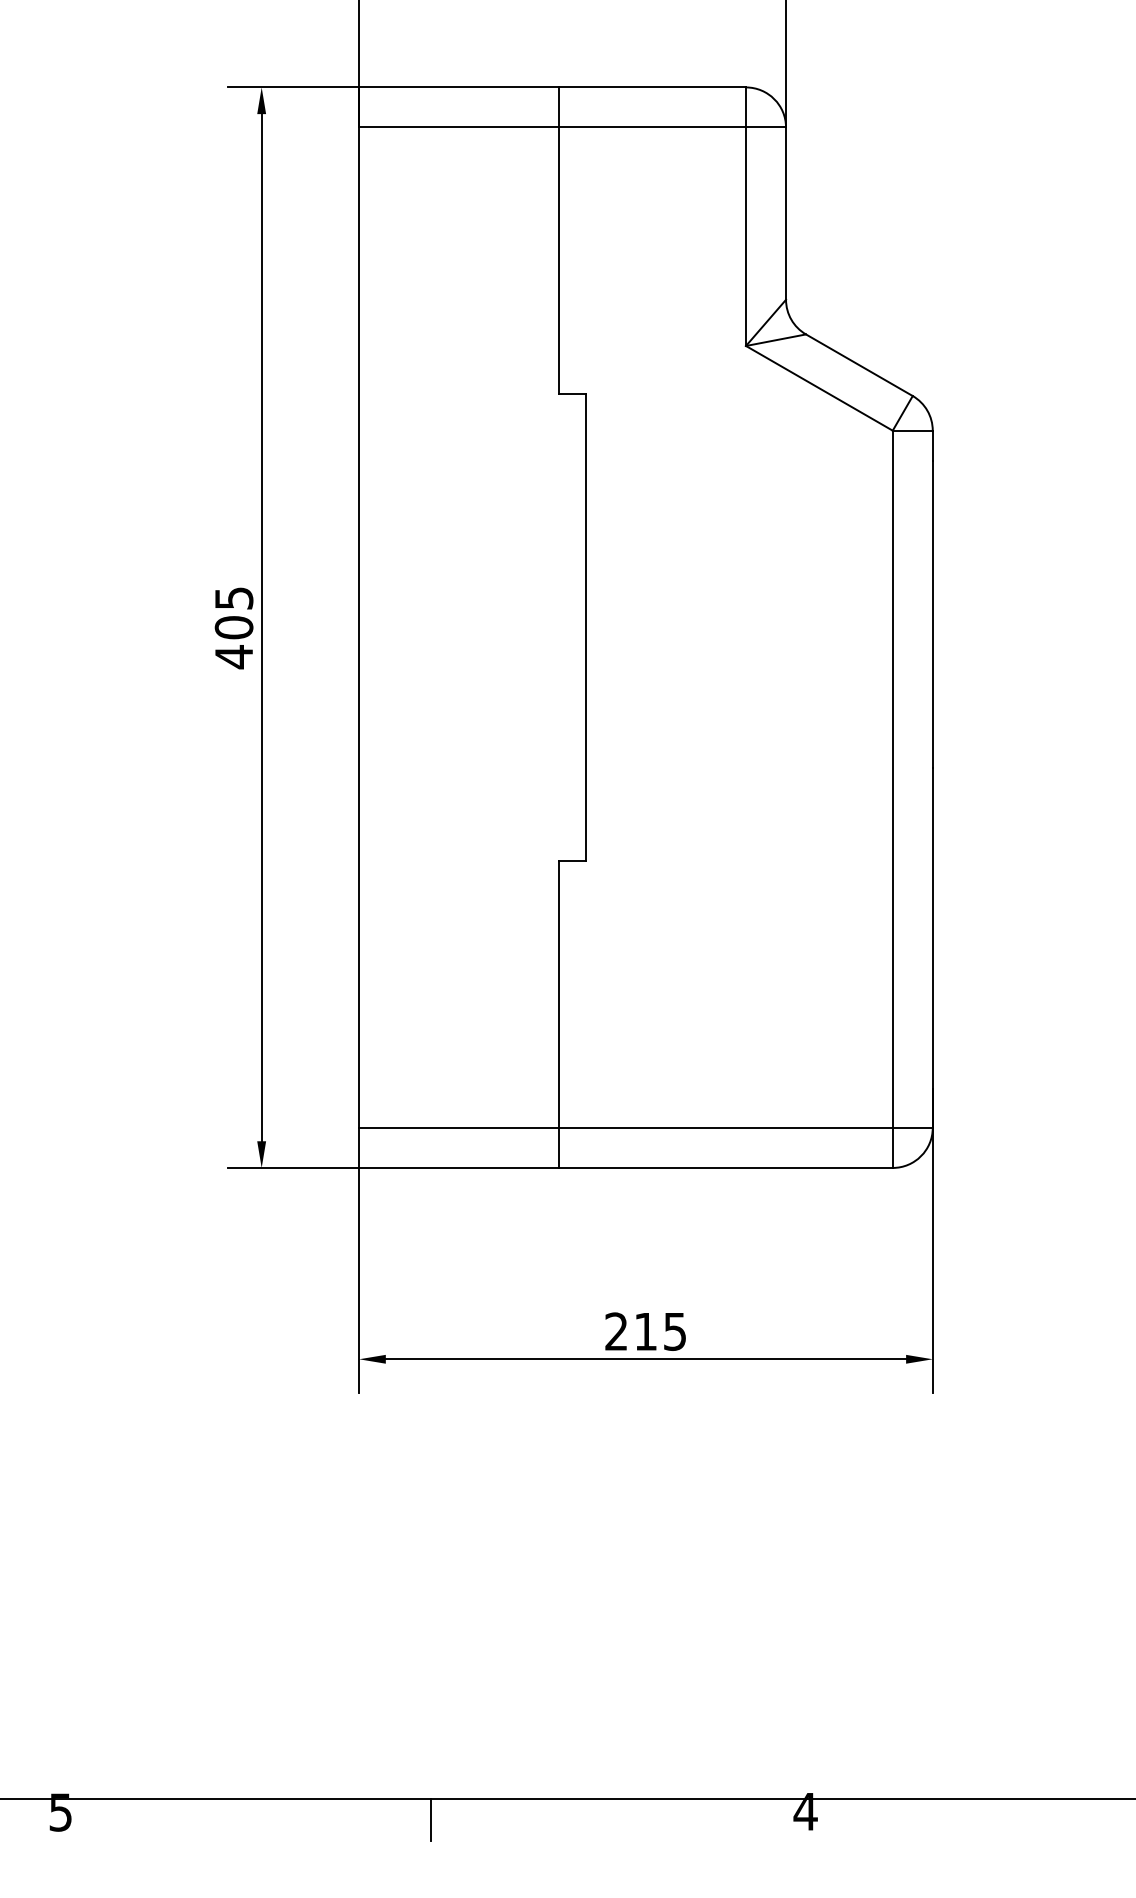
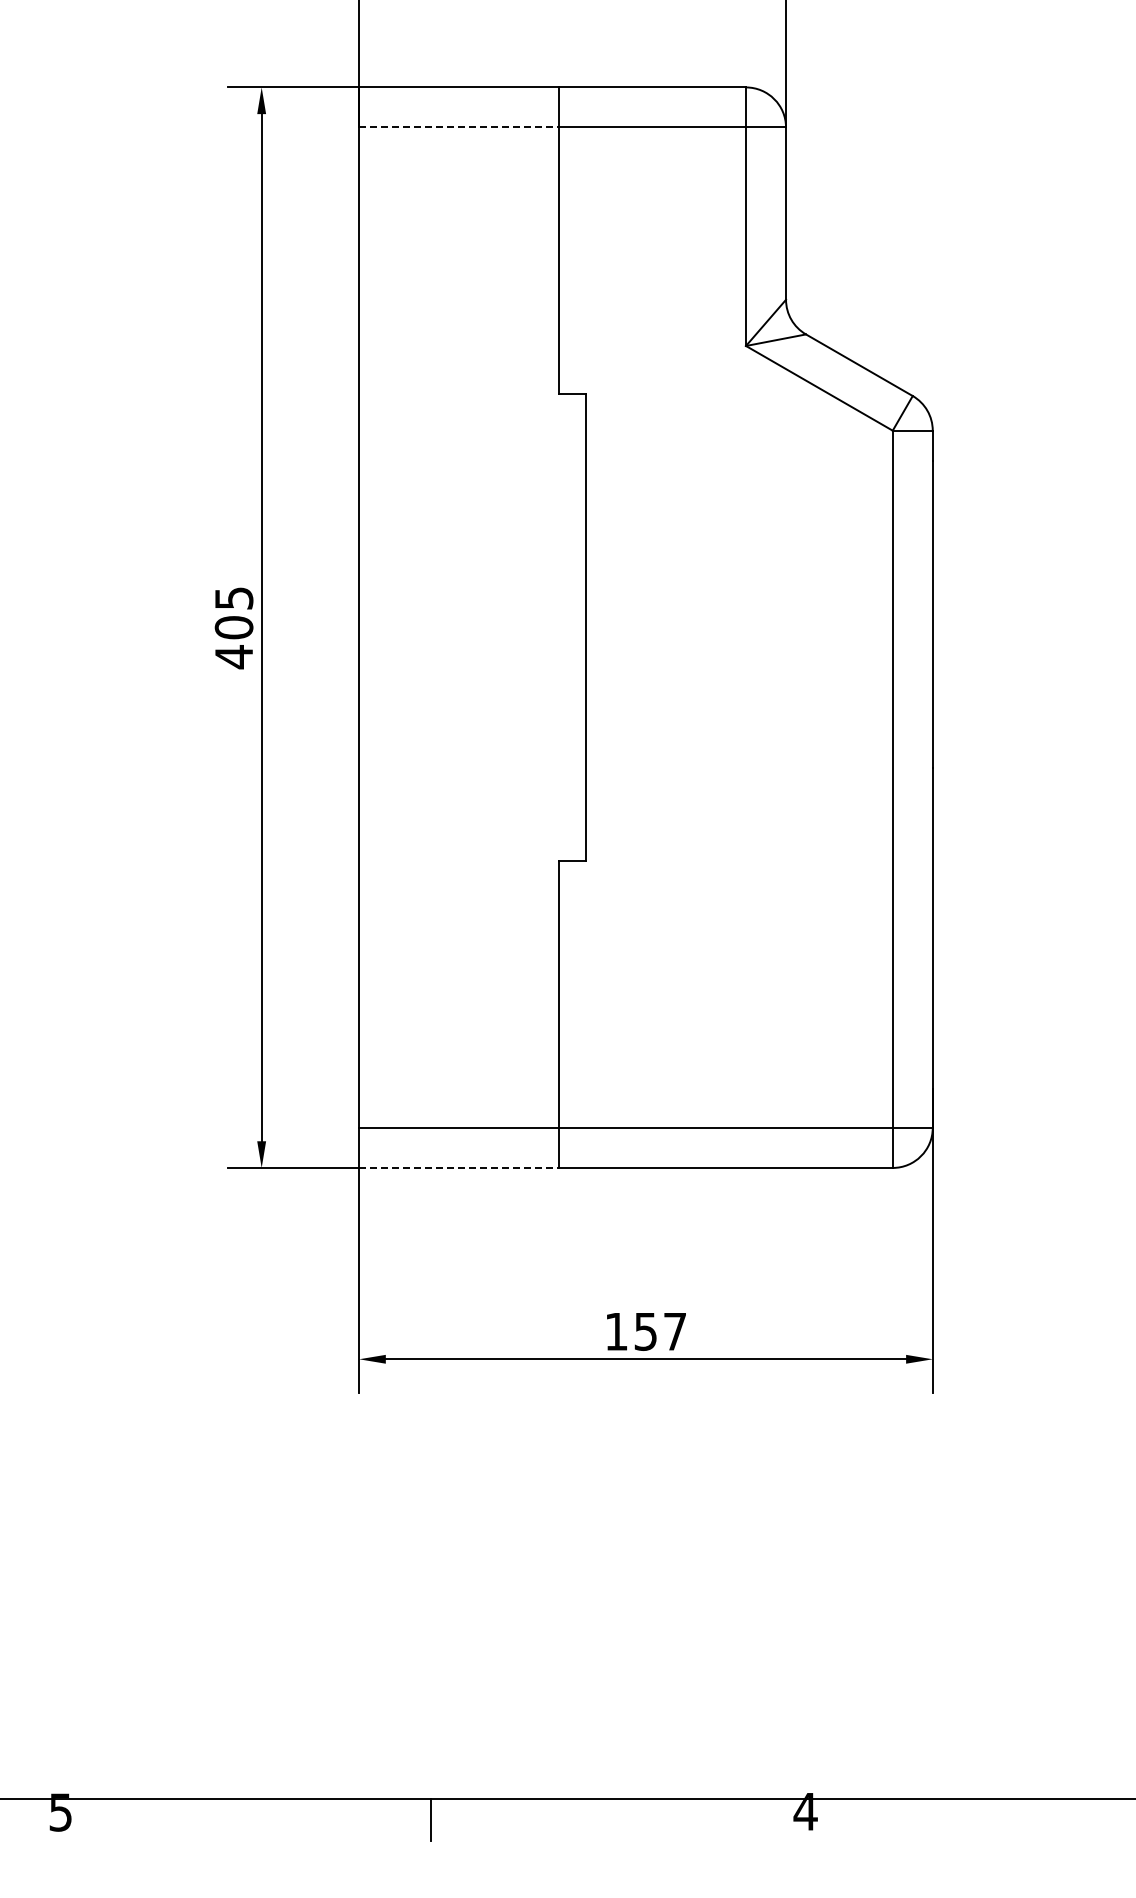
line at (459, 127): solid -> dashed
line at (459, 1167): solid -> dashed
text at (645, 1331): 215 -> 157
